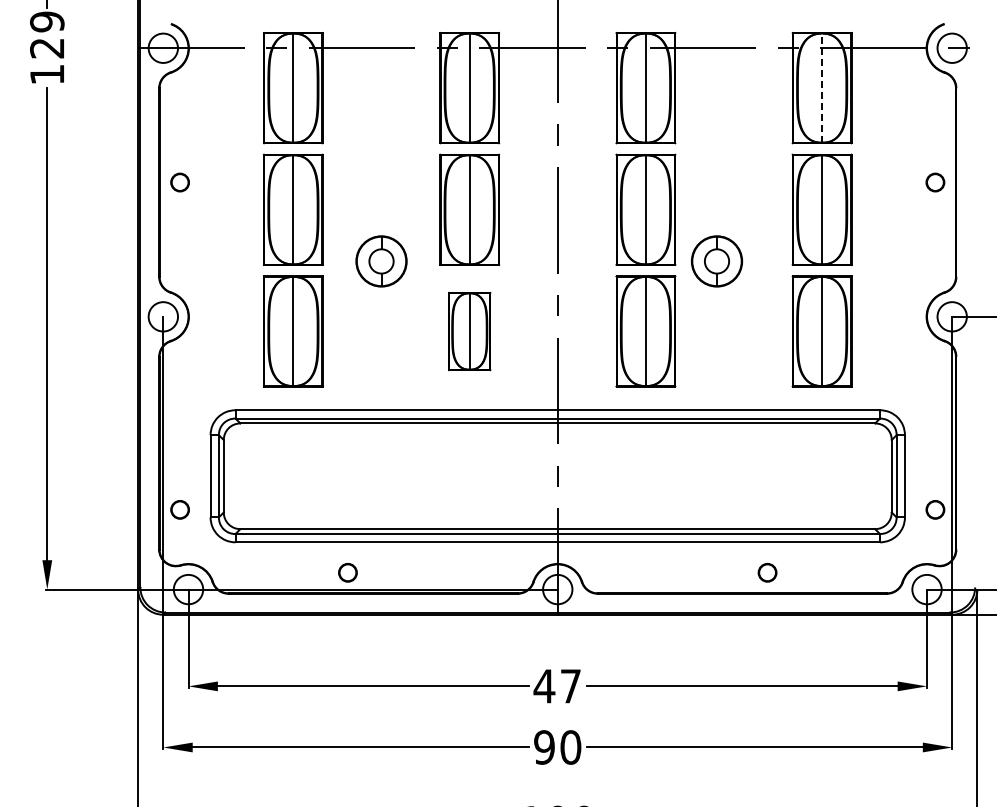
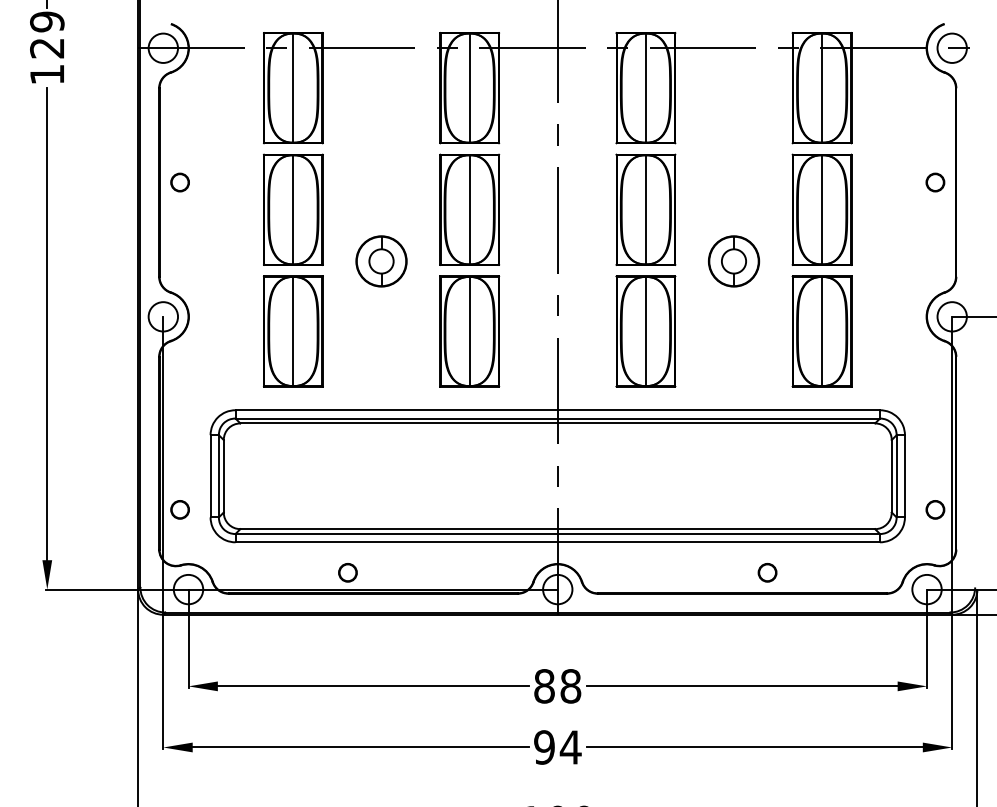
line at (822, 88): dashed -> solid
part at (717, 261) position: (717, 261) -> (734, 261)
part at (469, 331) size: 44x81 px -> 62x113 px
text at (557, 686): 47 -> 88
text at (570, 747): 90 -> 94
